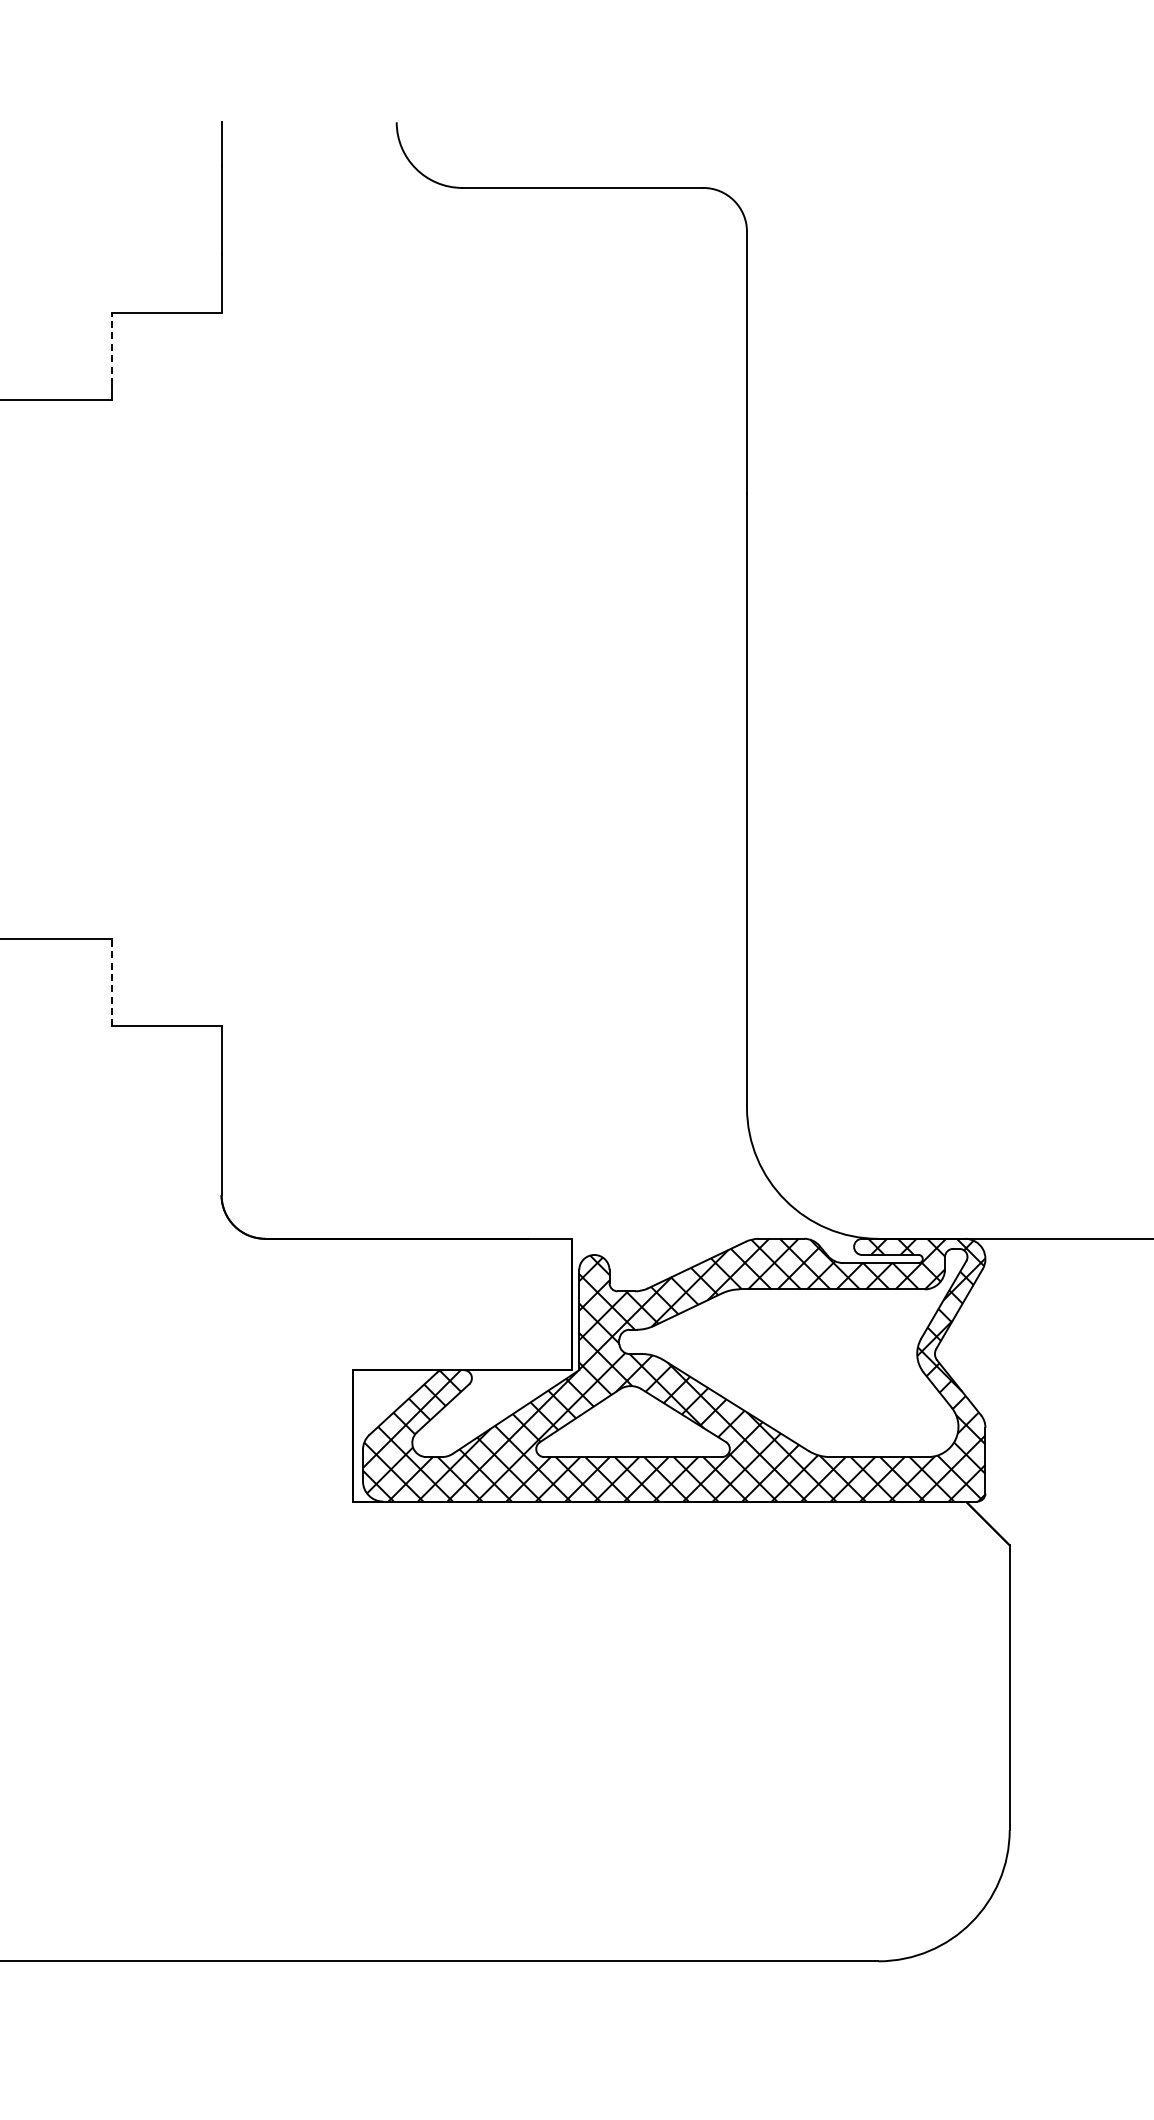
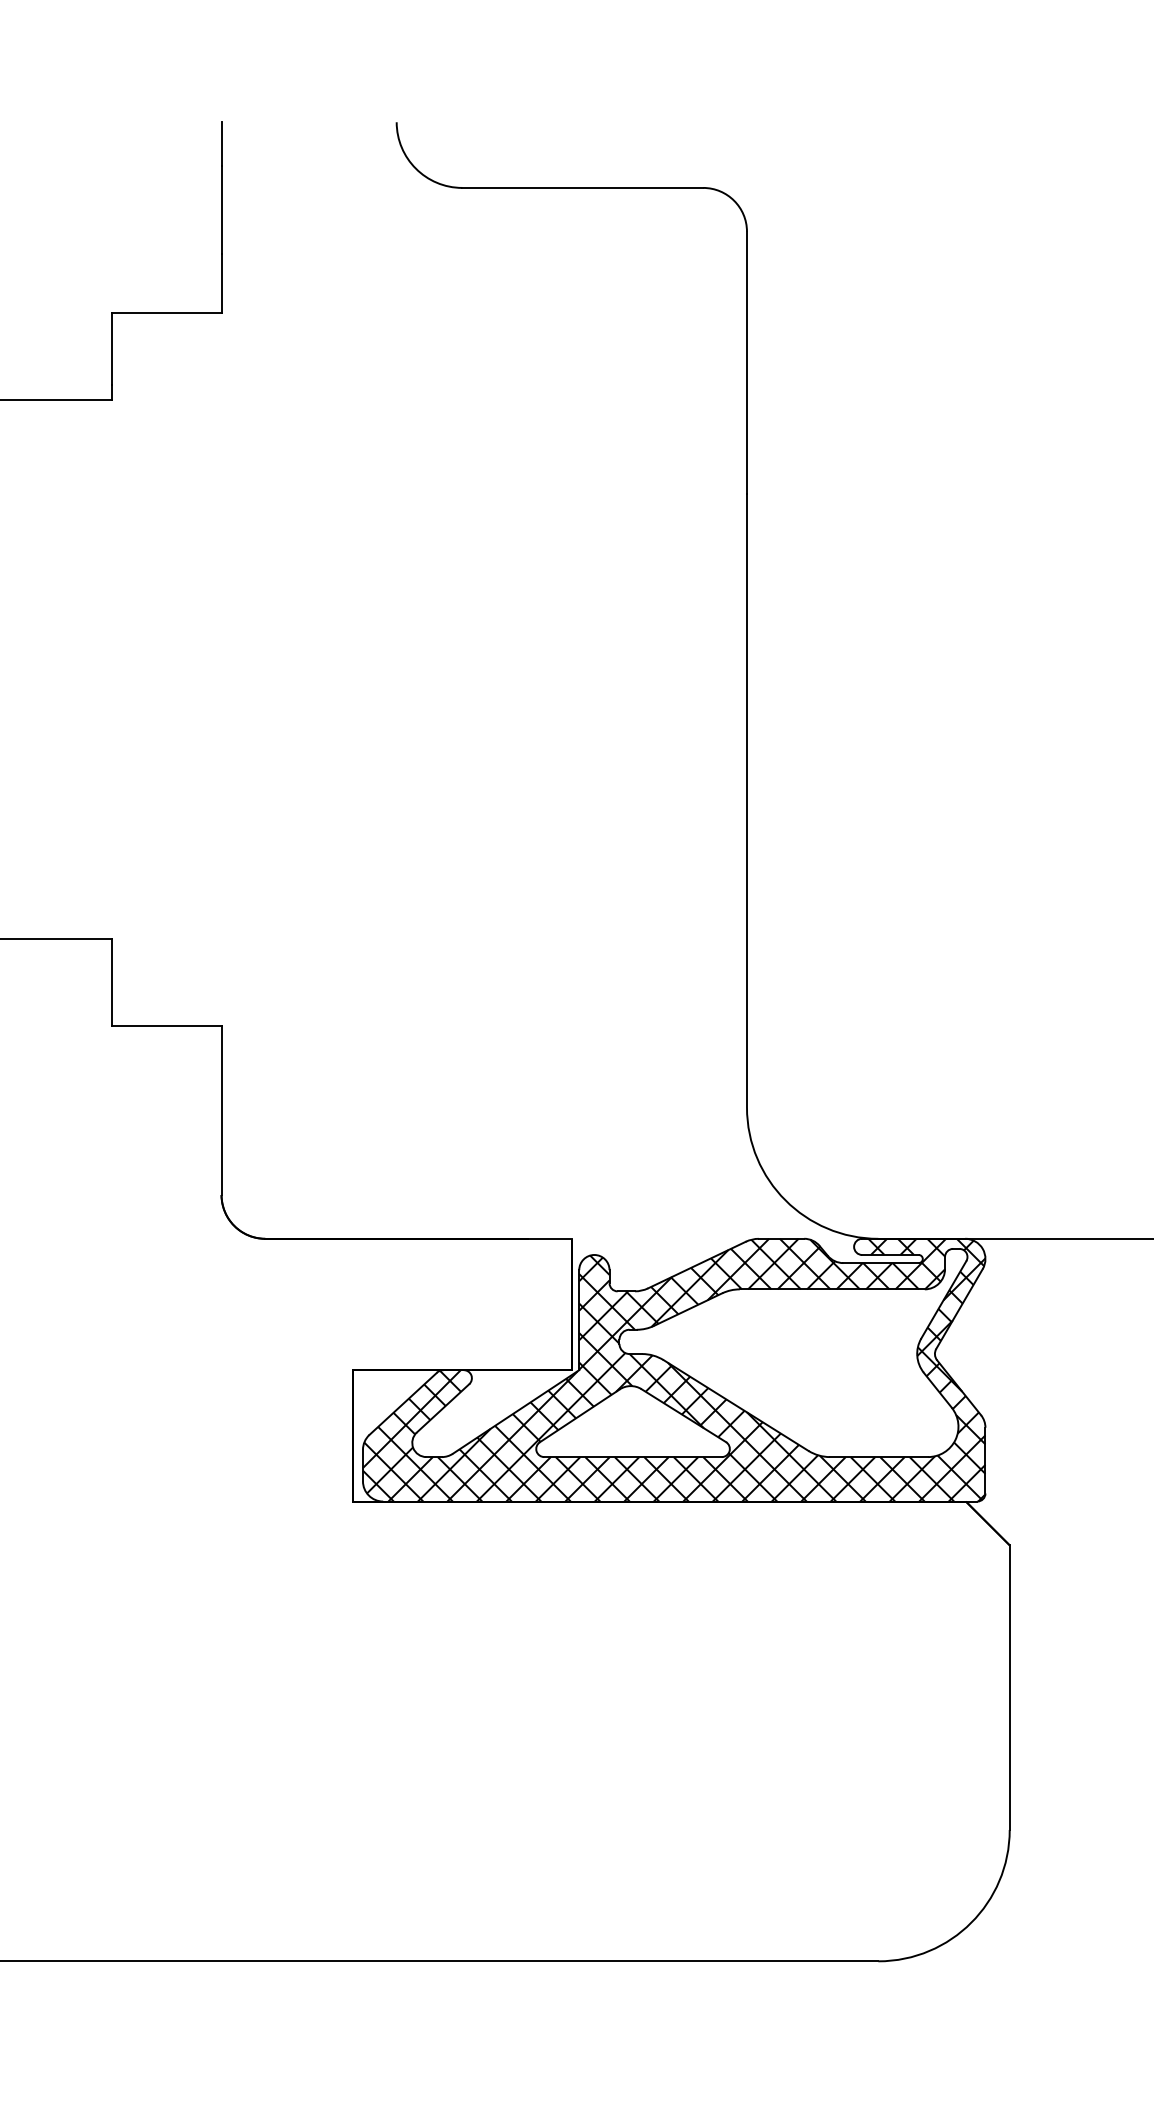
line at (112, 348): dashed -> solid
line at (112, 982): dashed -> solid
